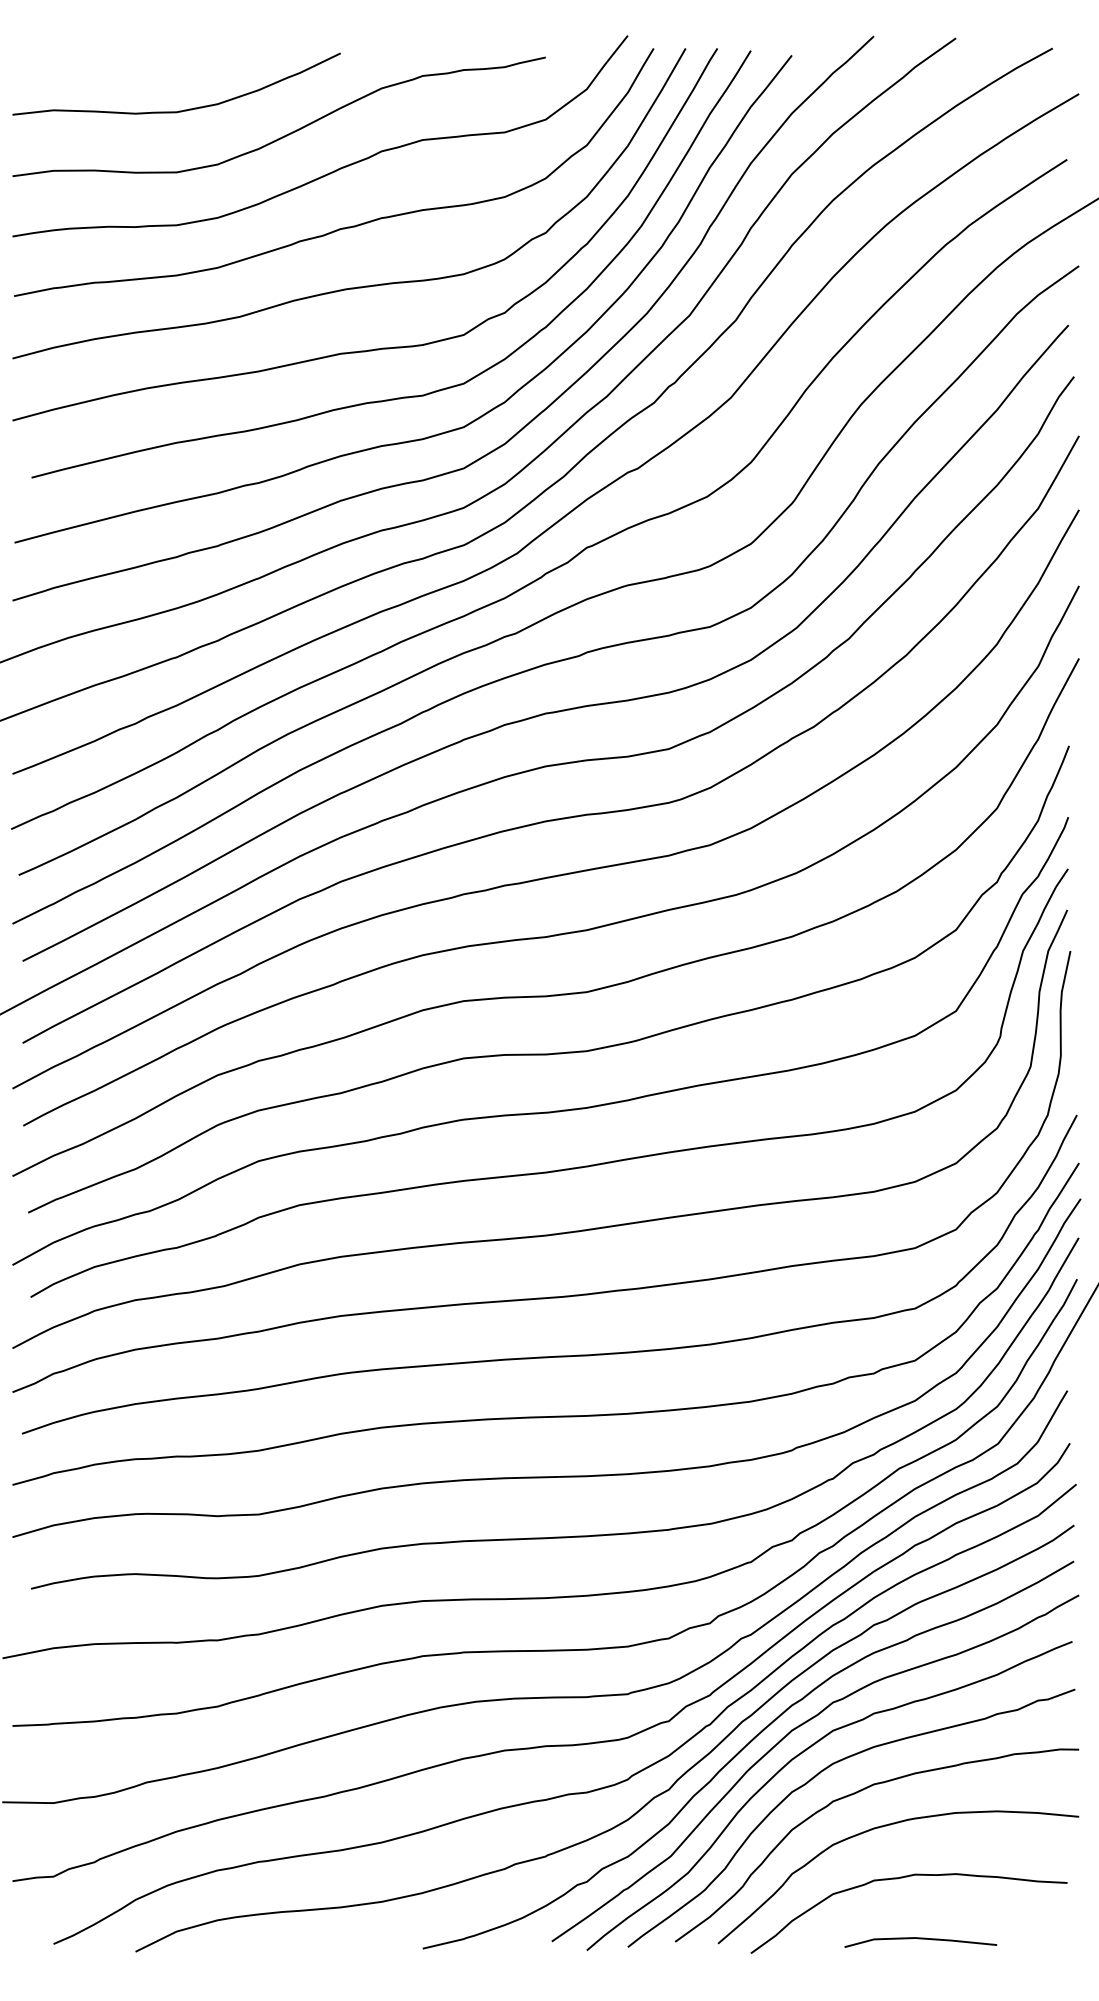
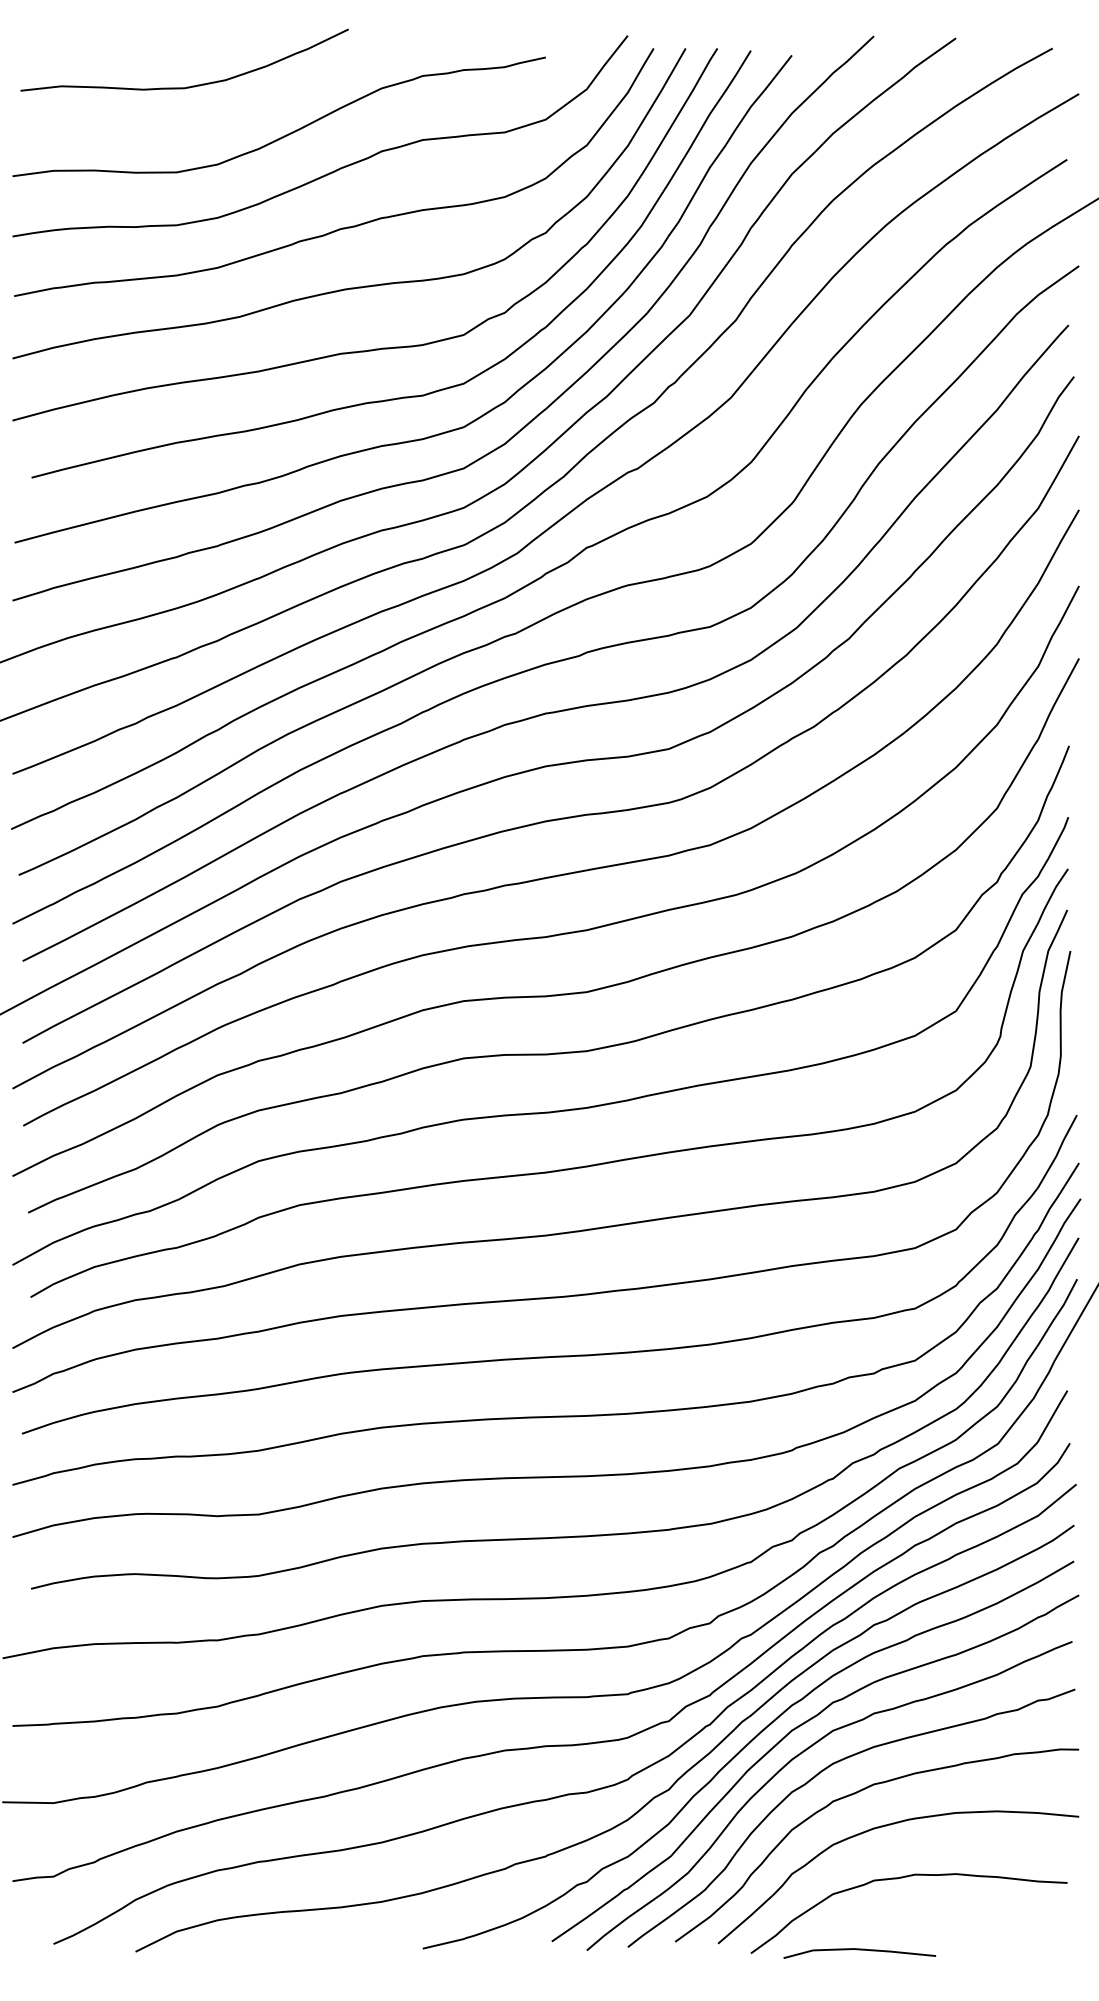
curve at (179, 110) position: (179, 110) -> (187, 86)
line at (920, 1939) position: (920, 1939) -> (859, 1950)
